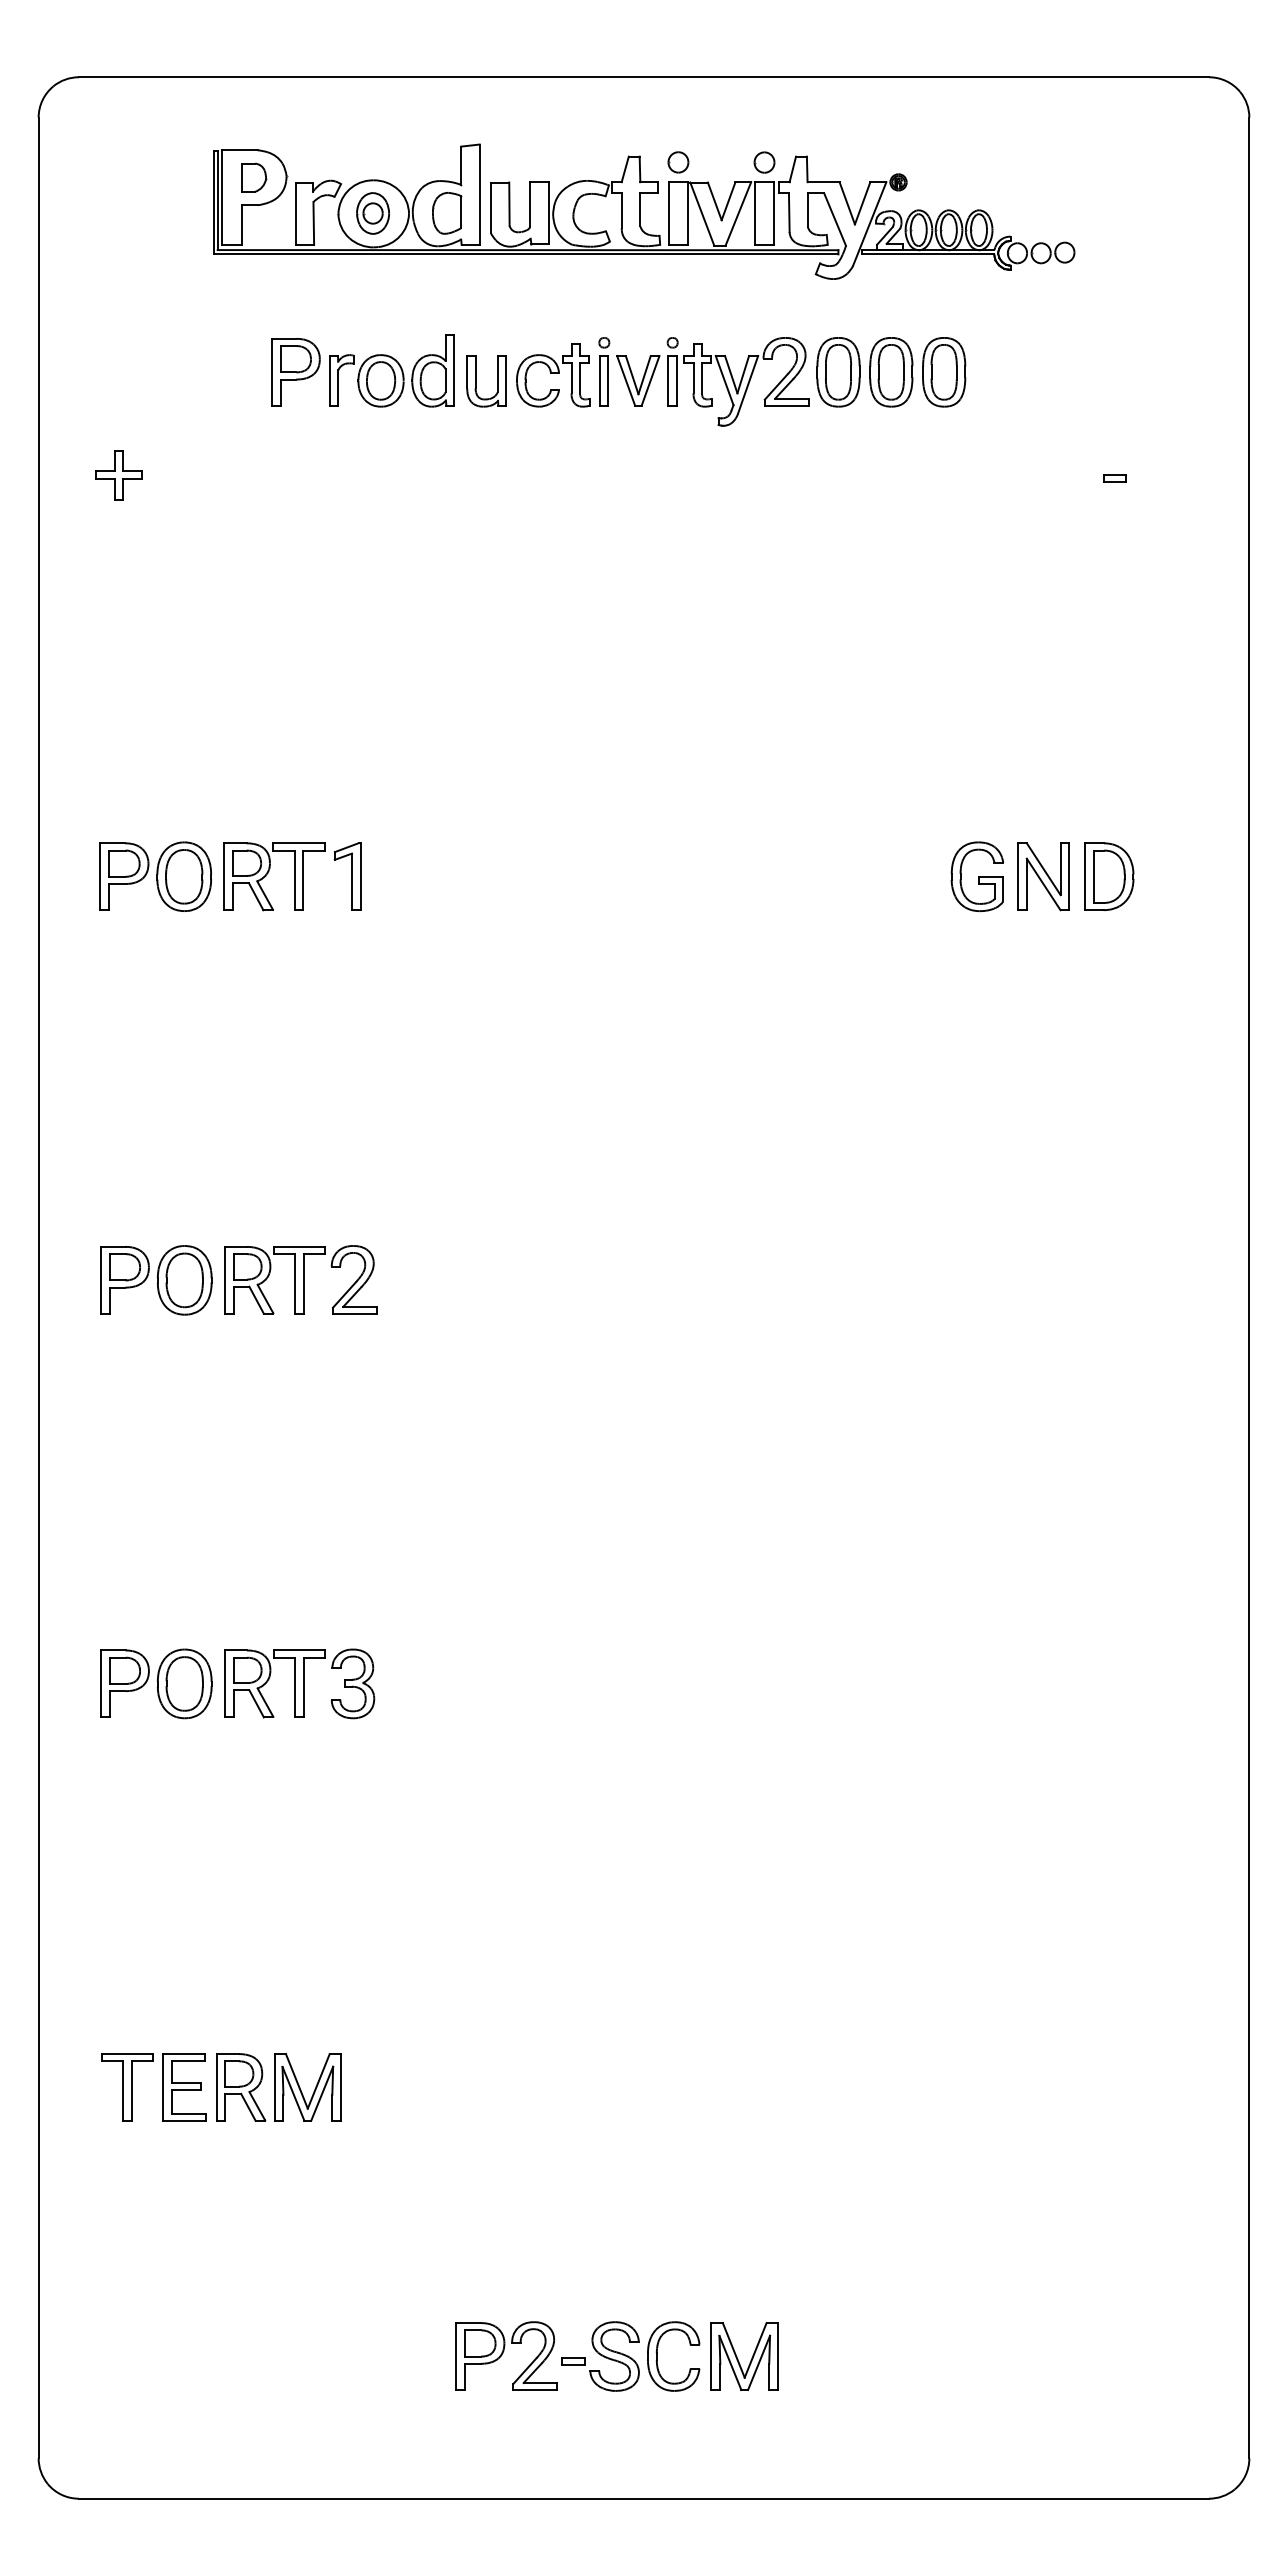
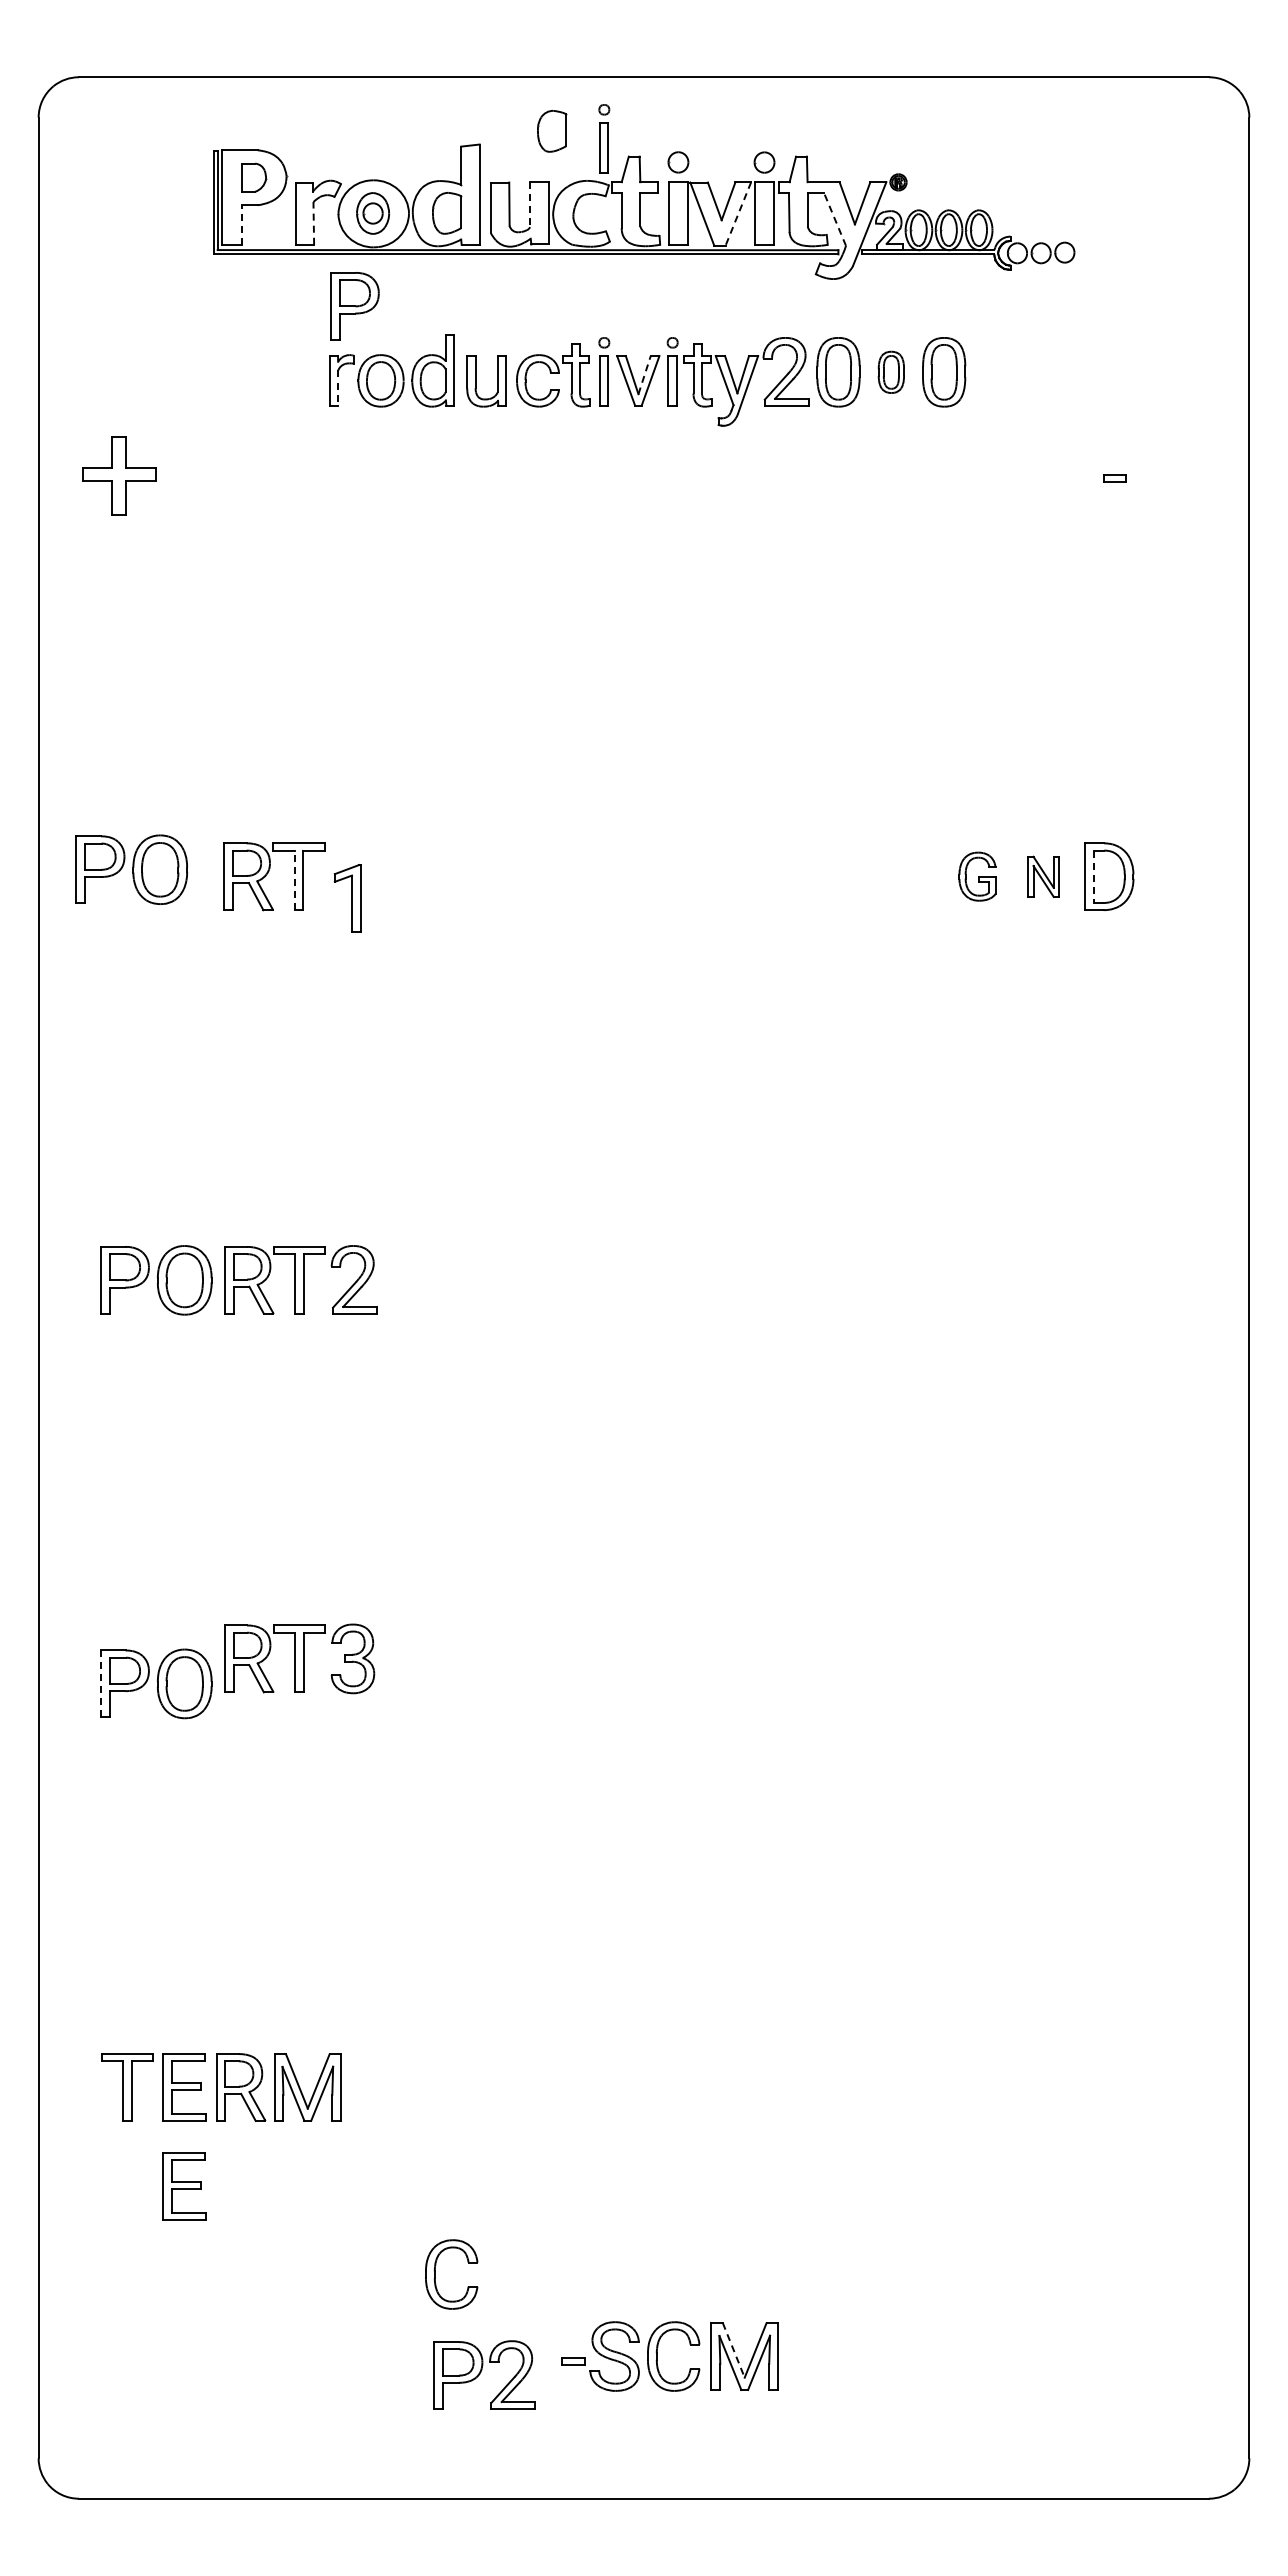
part at (552, 131): none -> present
part at (604, 138): none -> present
line at (530, 204): solid -> dashed
line at (738, 214): solid -> dashed
line at (834, 219): solid -> dashed
line at (313, 222): solid -> dashed
line at (241, 225): solid -> dashed
part at (295, 372) position: (295, 372) -> (354, 306)
part at (891, 372) size: 45x71 px -> 28x44 px
line at (644, 374): solid -> dashed
line at (338, 388): solid -> dashed
part at (118, 475) size: 48x51 px -> 75x80 px
part at (155, 876) position: (155, 876) -> (131, 869)
part at (347, 876) position: (347, 876) -> (347, 898)
part at (977, 876) size: 55x71 px -> 39x51 px
part at (1043, 876) size: 53x70 px -> 33x43 px
line at (1093, 877): solid -> dashed
line at (294, 880): solid -> dashed
line at (100, 1683): solid -> dashed
part at (299, 1683) position: (299, 1683) -> (299, 1658)
part at (184, 2186): none -> present
part at (435, 2274): none -> present
line at (733, 2350): solid -> dashed
part at (506, 2355) position: (506, 2355) -> (484, 2374)
